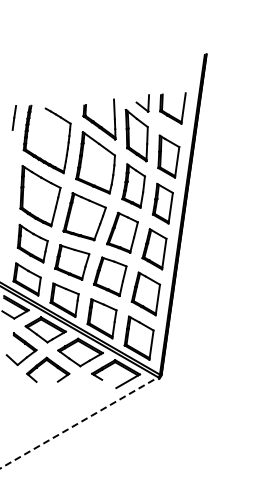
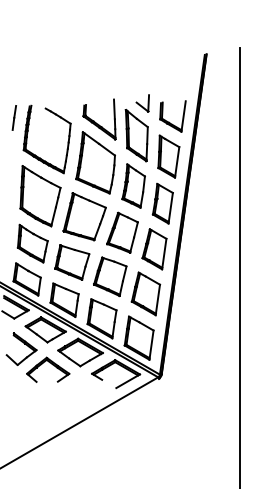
part at (172, 108) position: (172, 108) -> (172, 116)
line at (240, 266): none -> present
line at (79, 422): dashed -> solid
